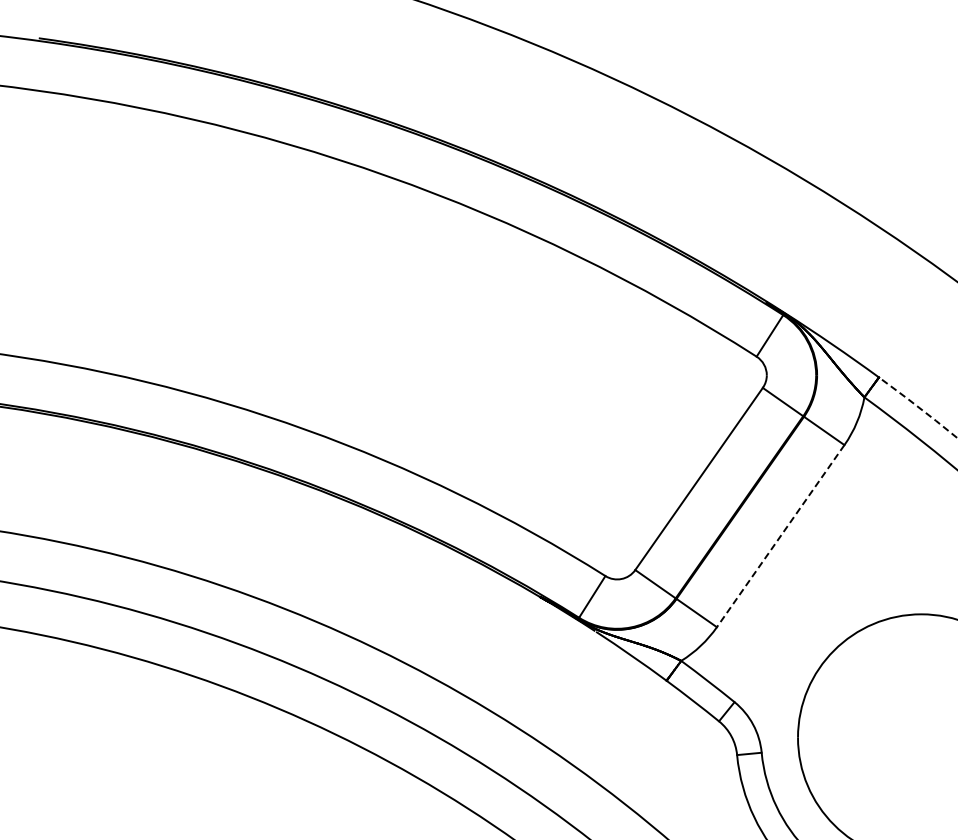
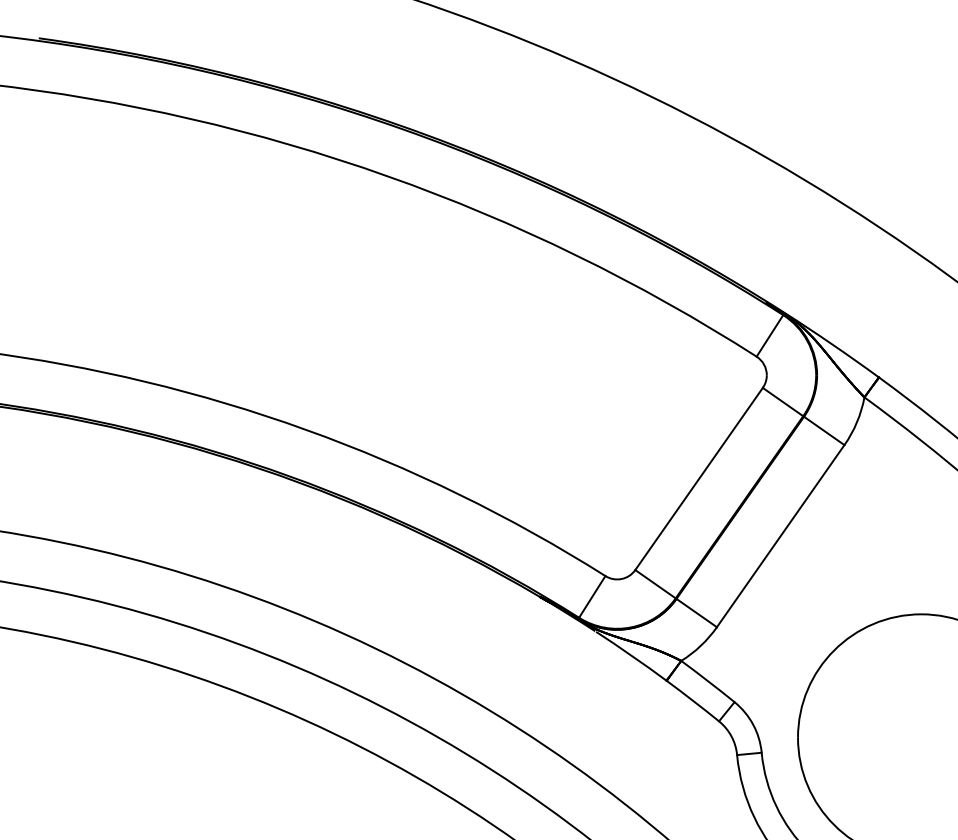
arc at (918, 407): dashed -> solid
line at (780, 536): dashed -> solid
